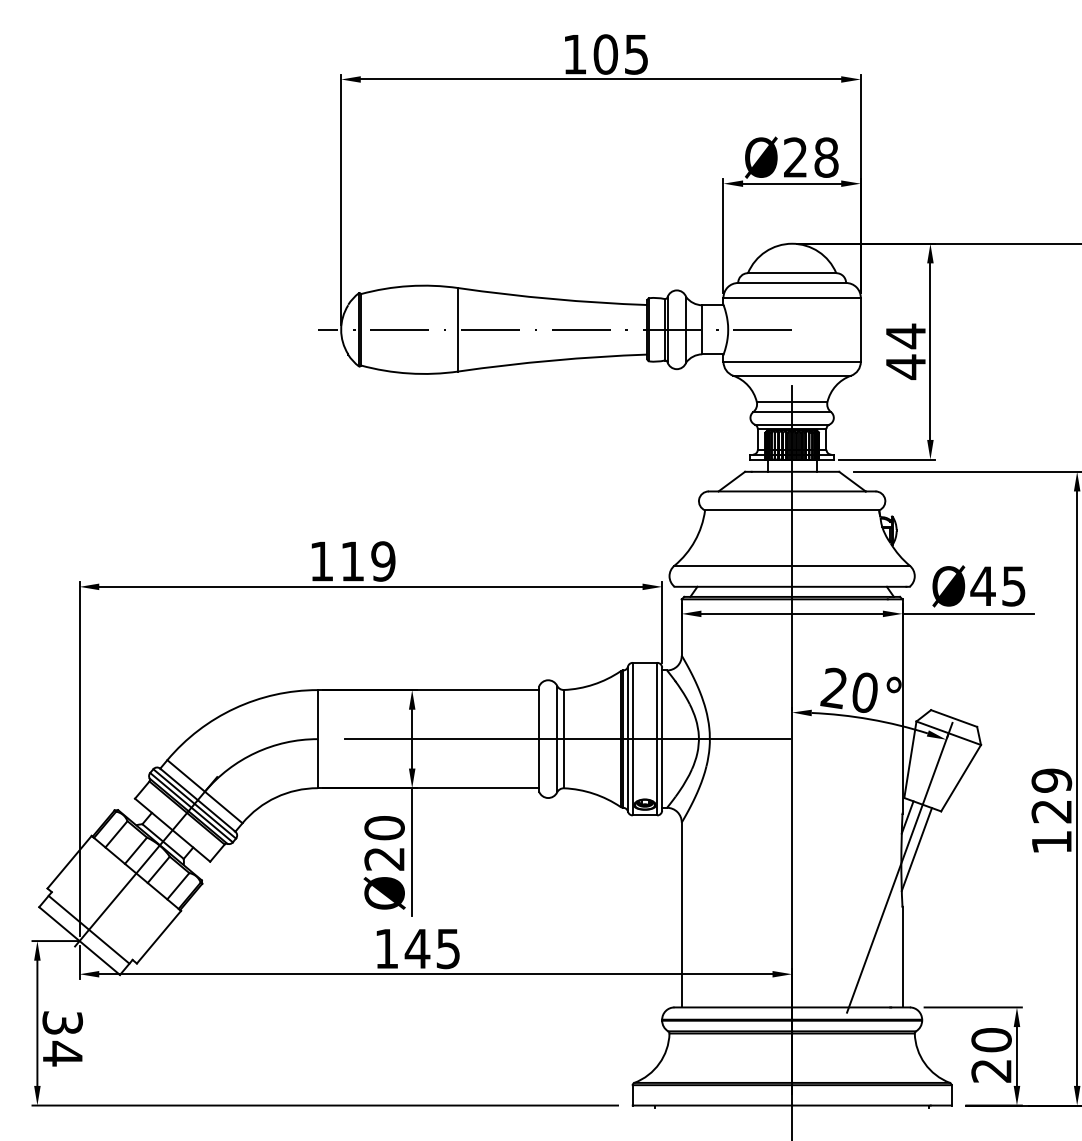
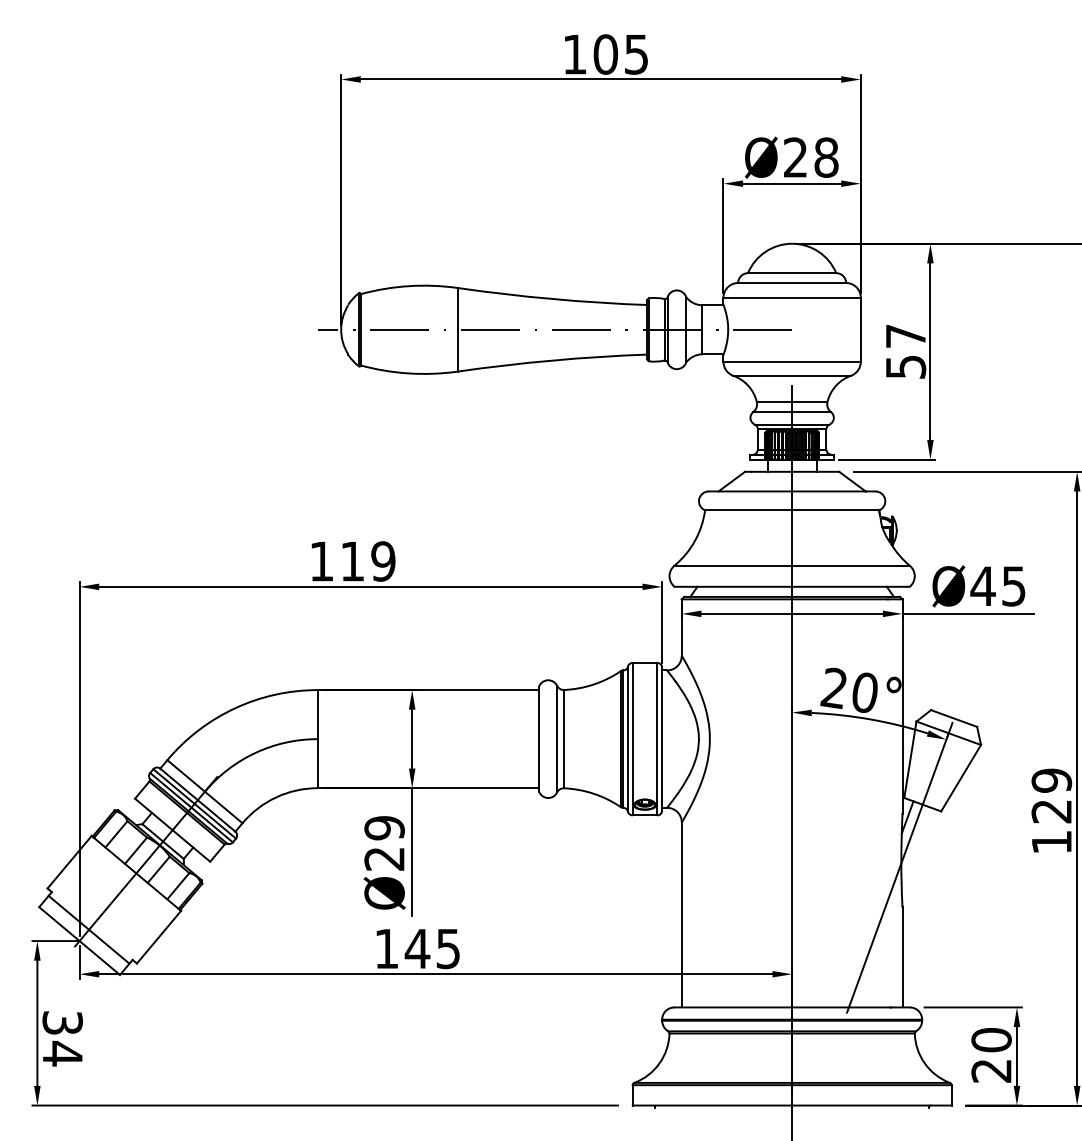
text at (906, 351): 44 -> 57
line at (567, 739): present -> none
text at (384, 828): Ø20 -> Ø29
line at (916, 849): present -> none
